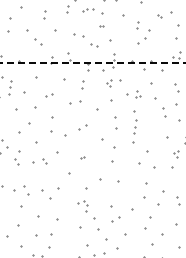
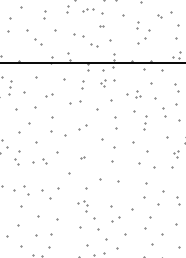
line at (93, 62): dashed -> solid
part at (113, 83) position: (113, 83) -> (107, 83)
part at (135, 126) position: (135, 126) -> (145, 122)
